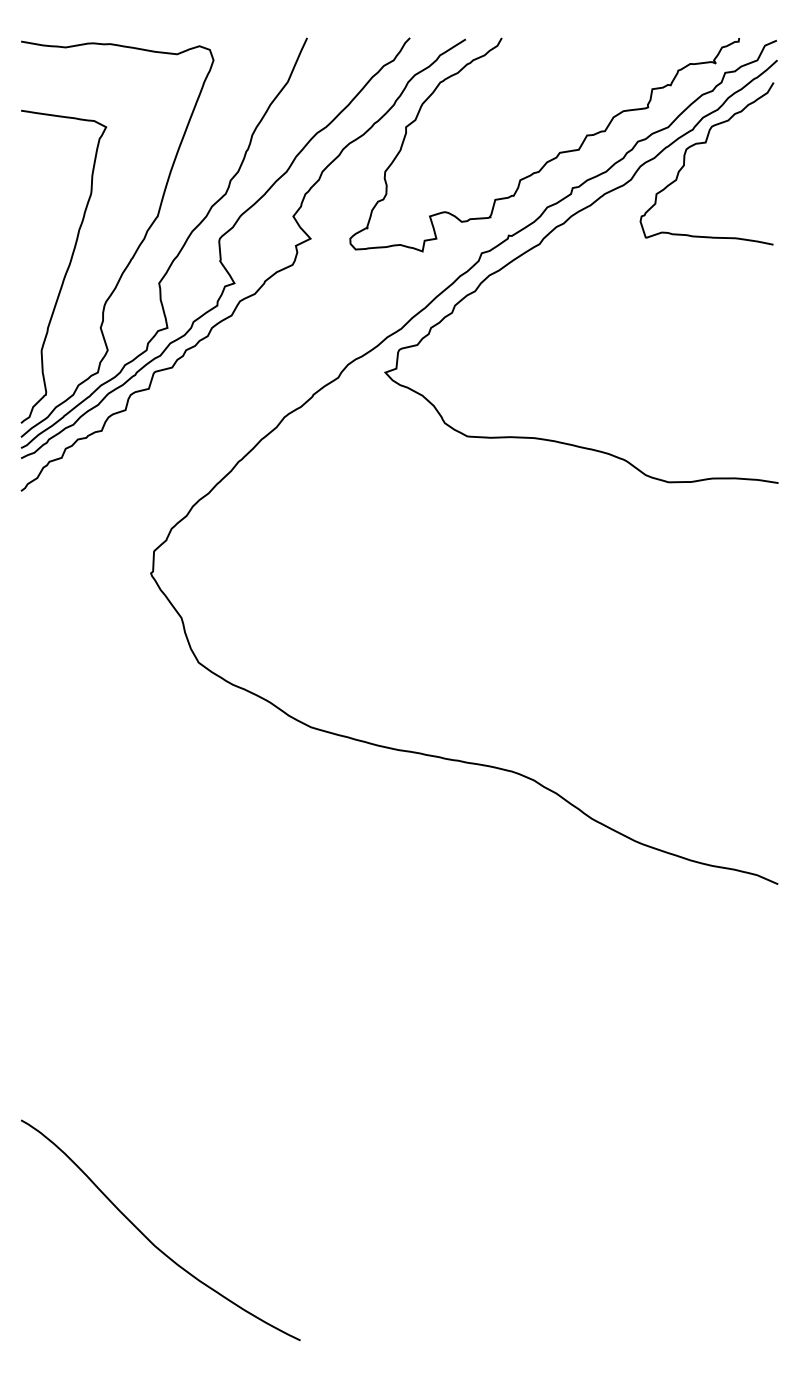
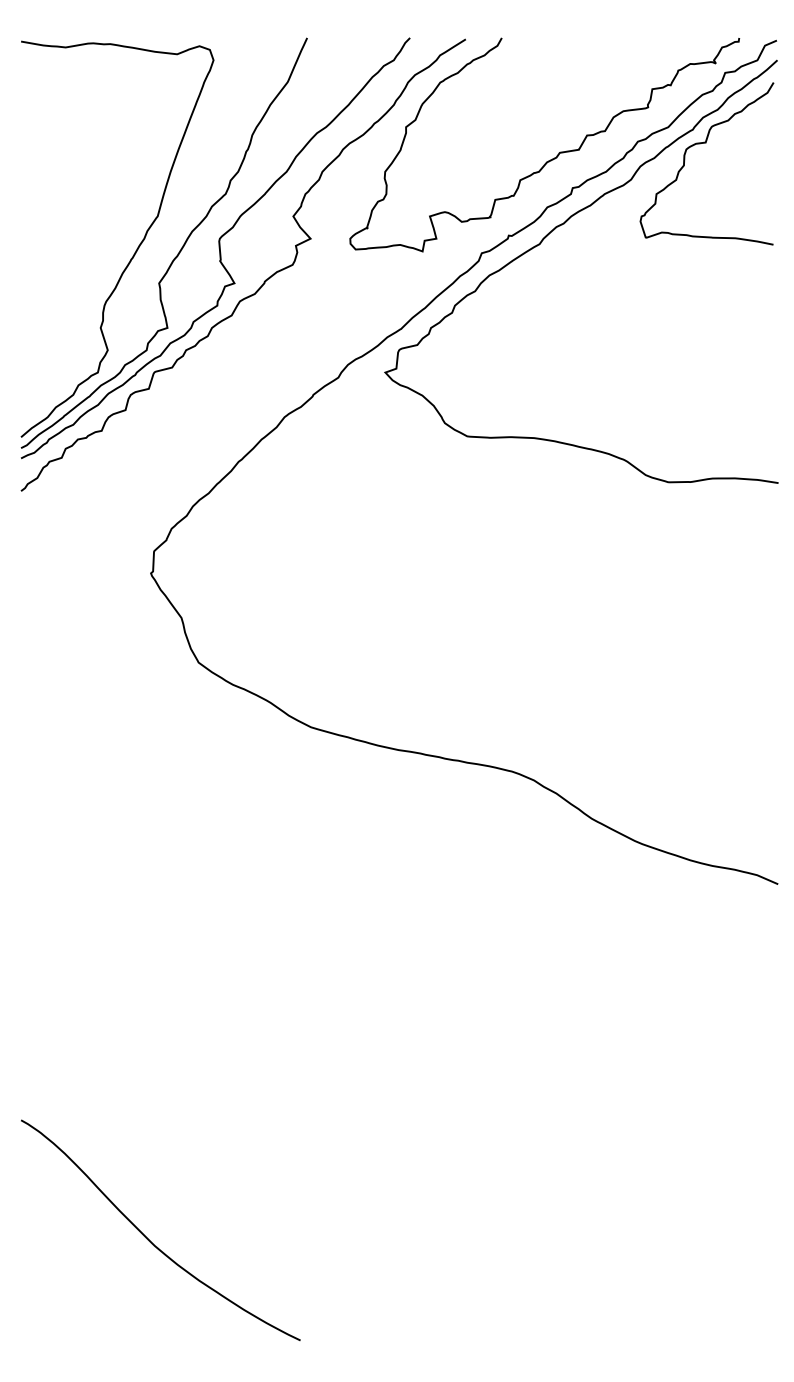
curve at (67, 267): present -> none
